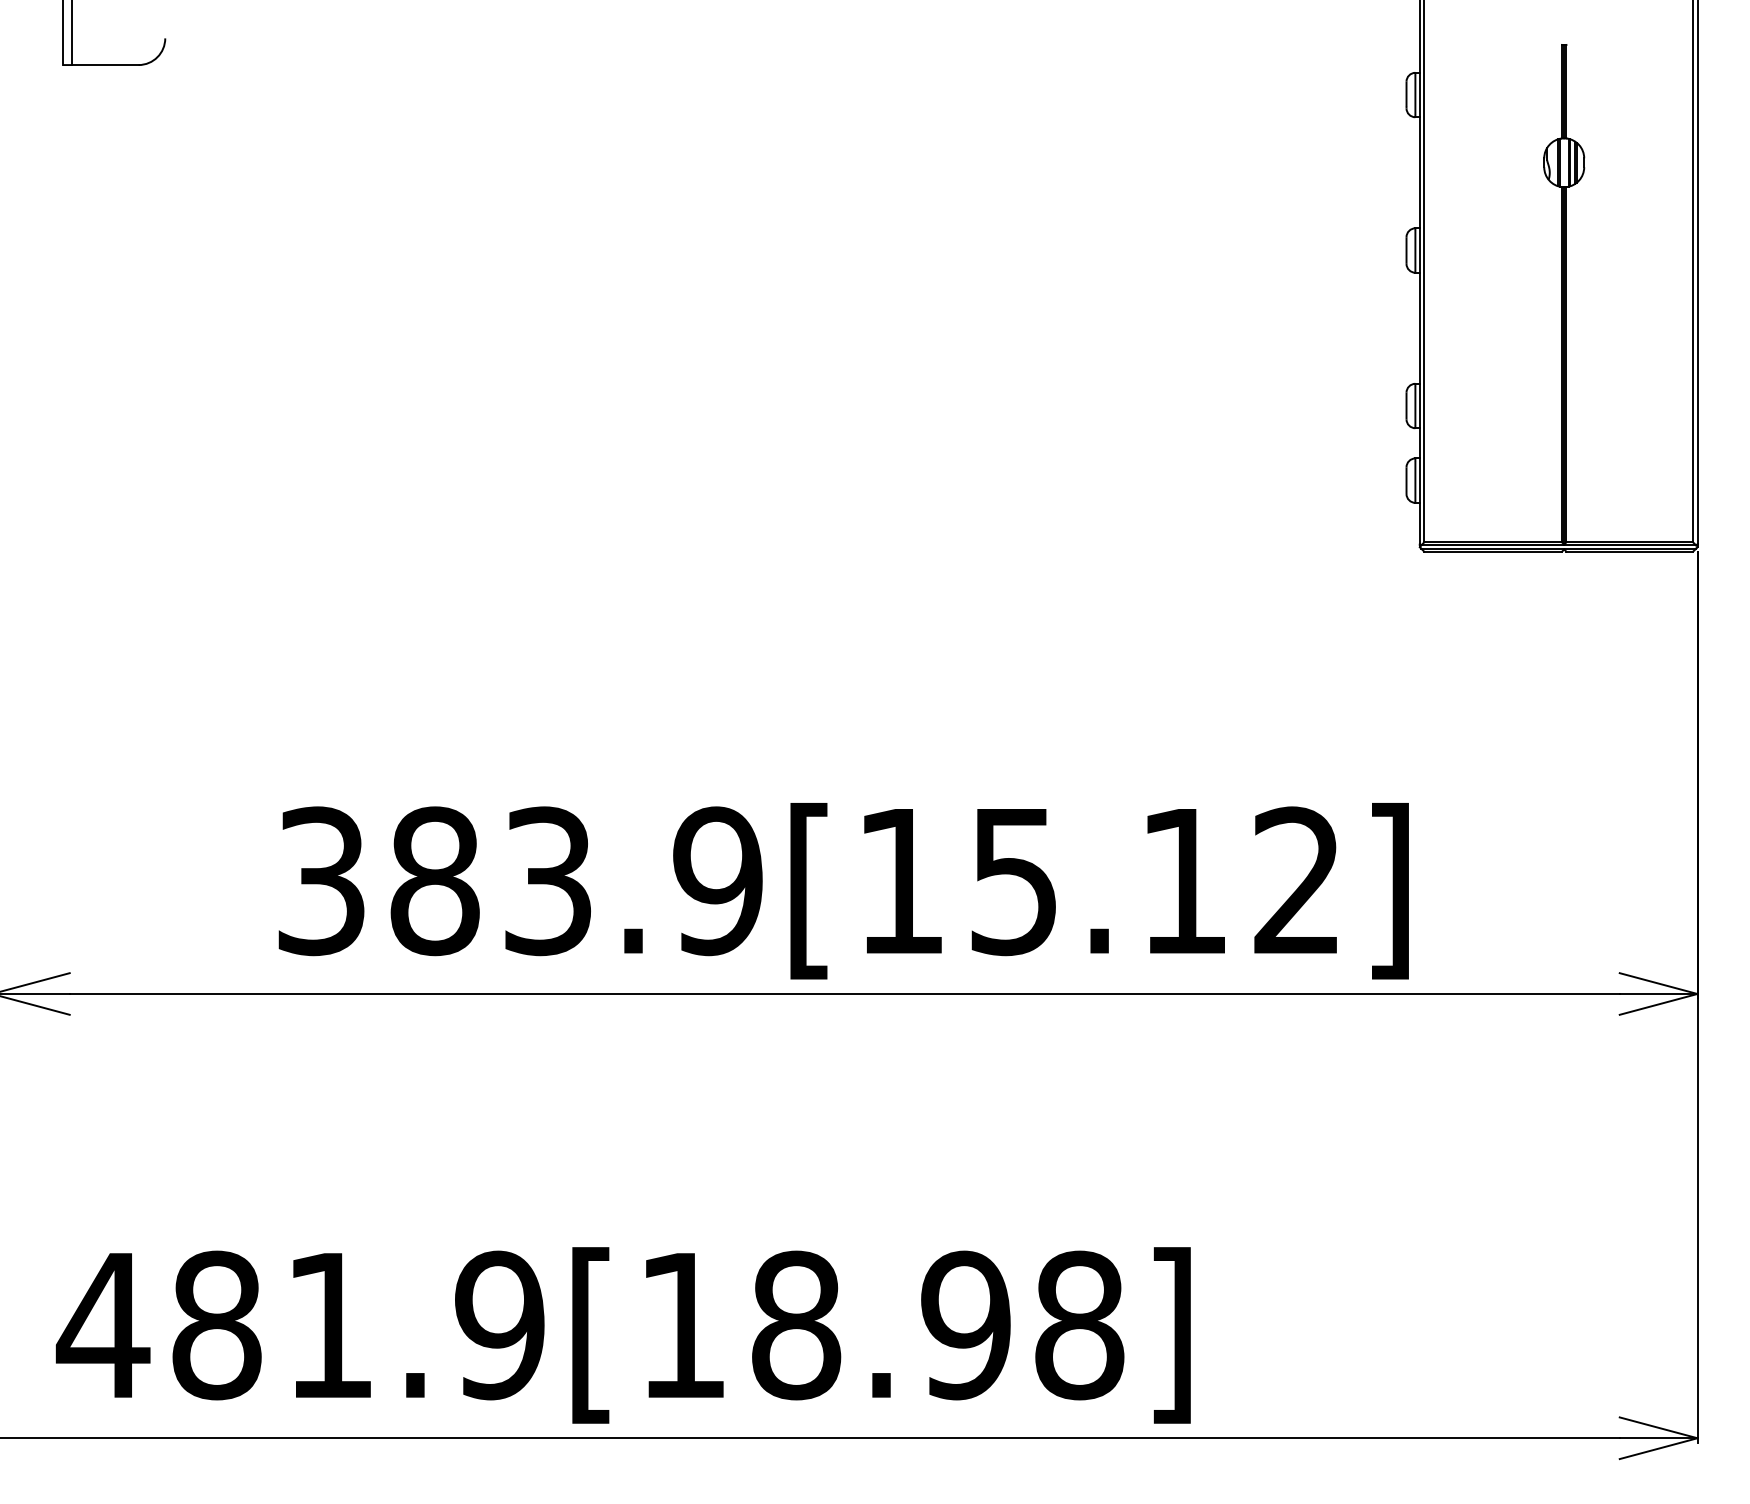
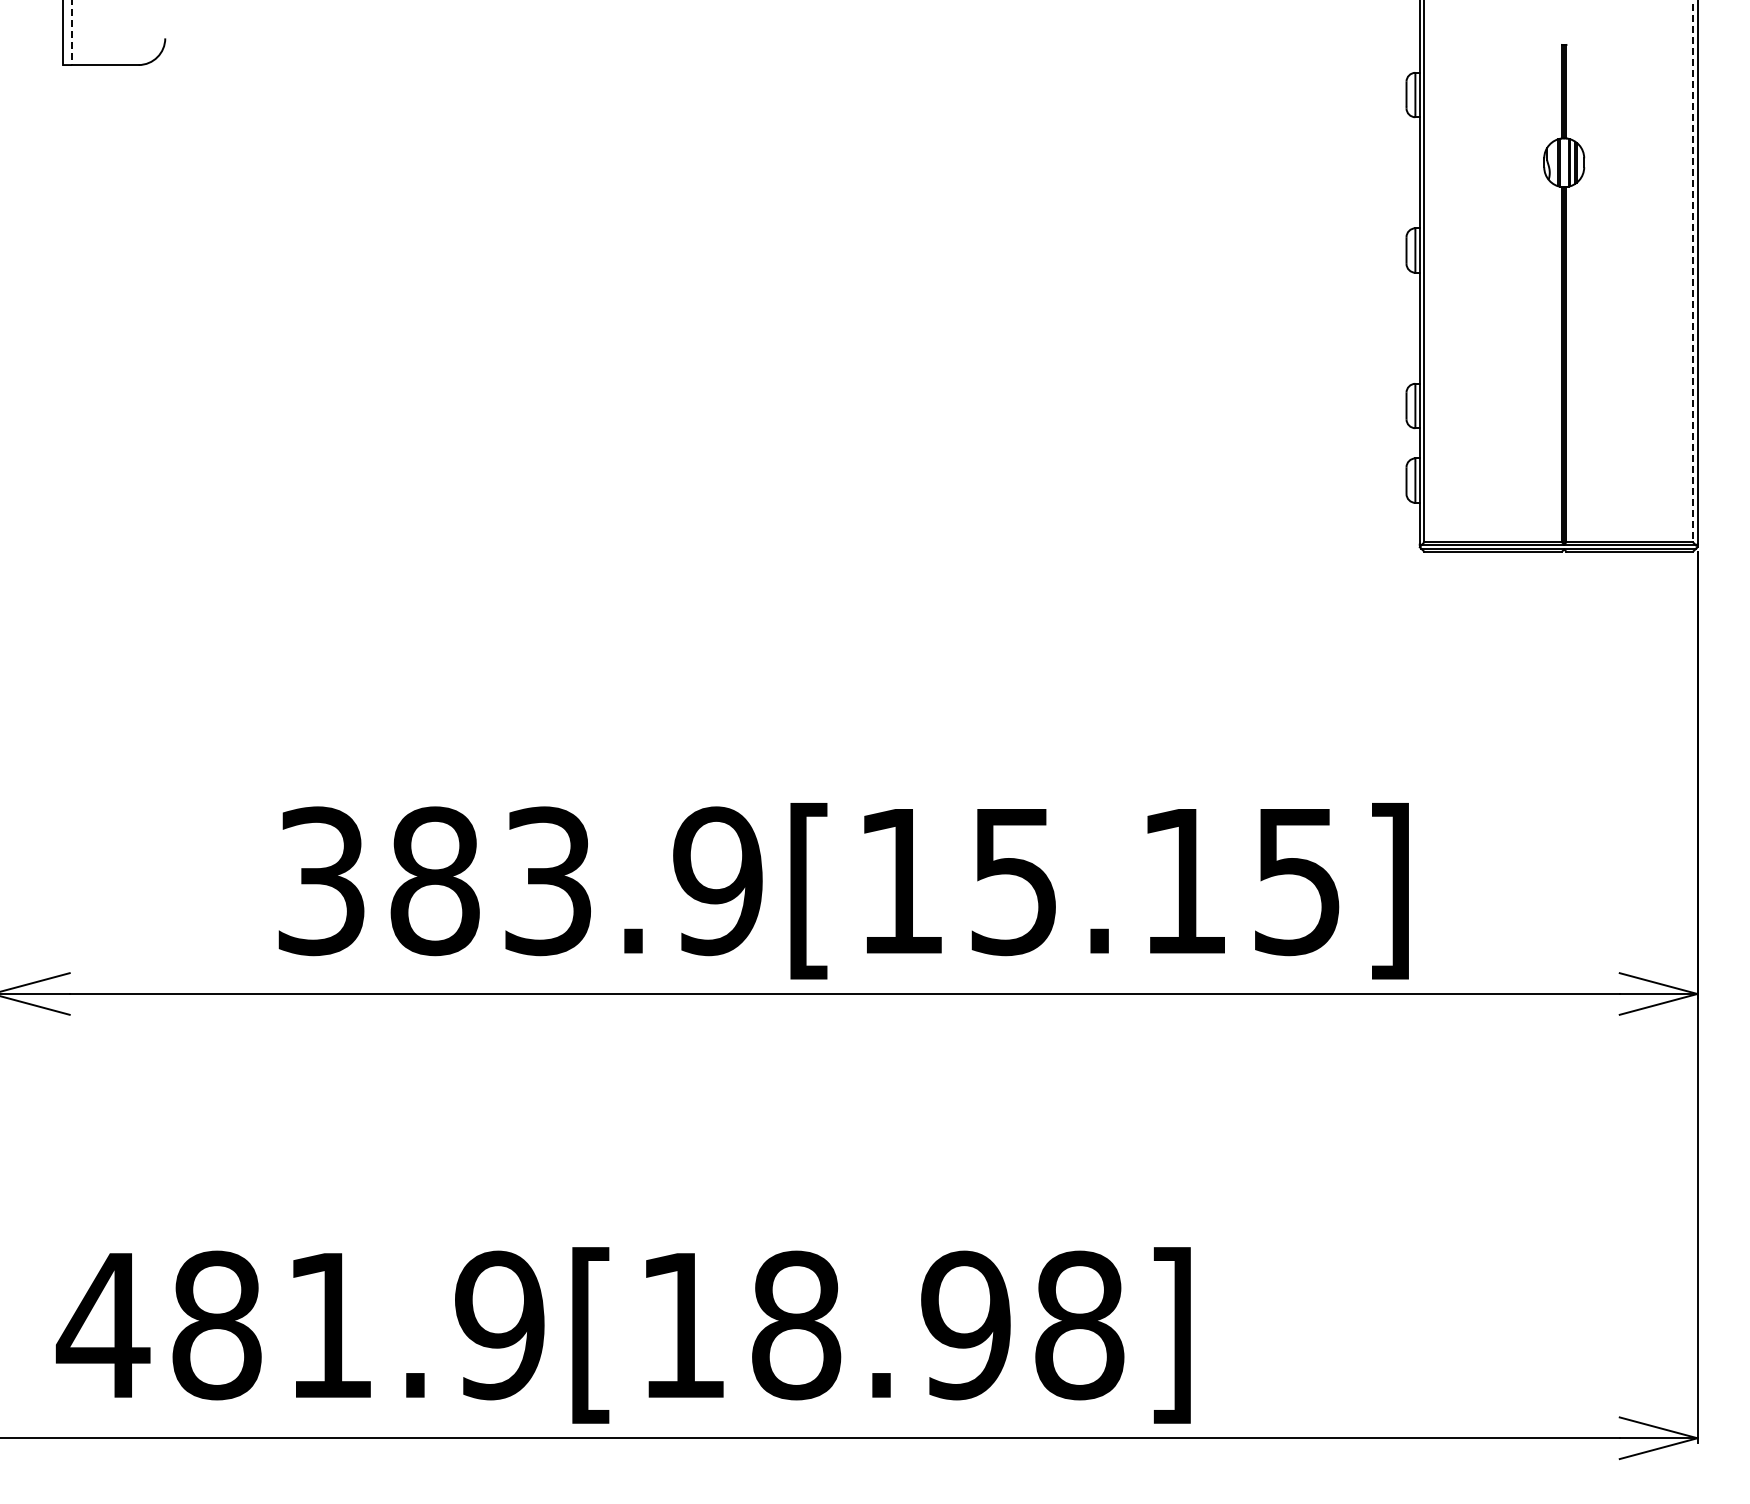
line at (71, 33): solid -> dashed
line at (1693, 271): solid -> dashed
text at (1296, 881): 383.9[15.12] -> 383.9[15.15]
